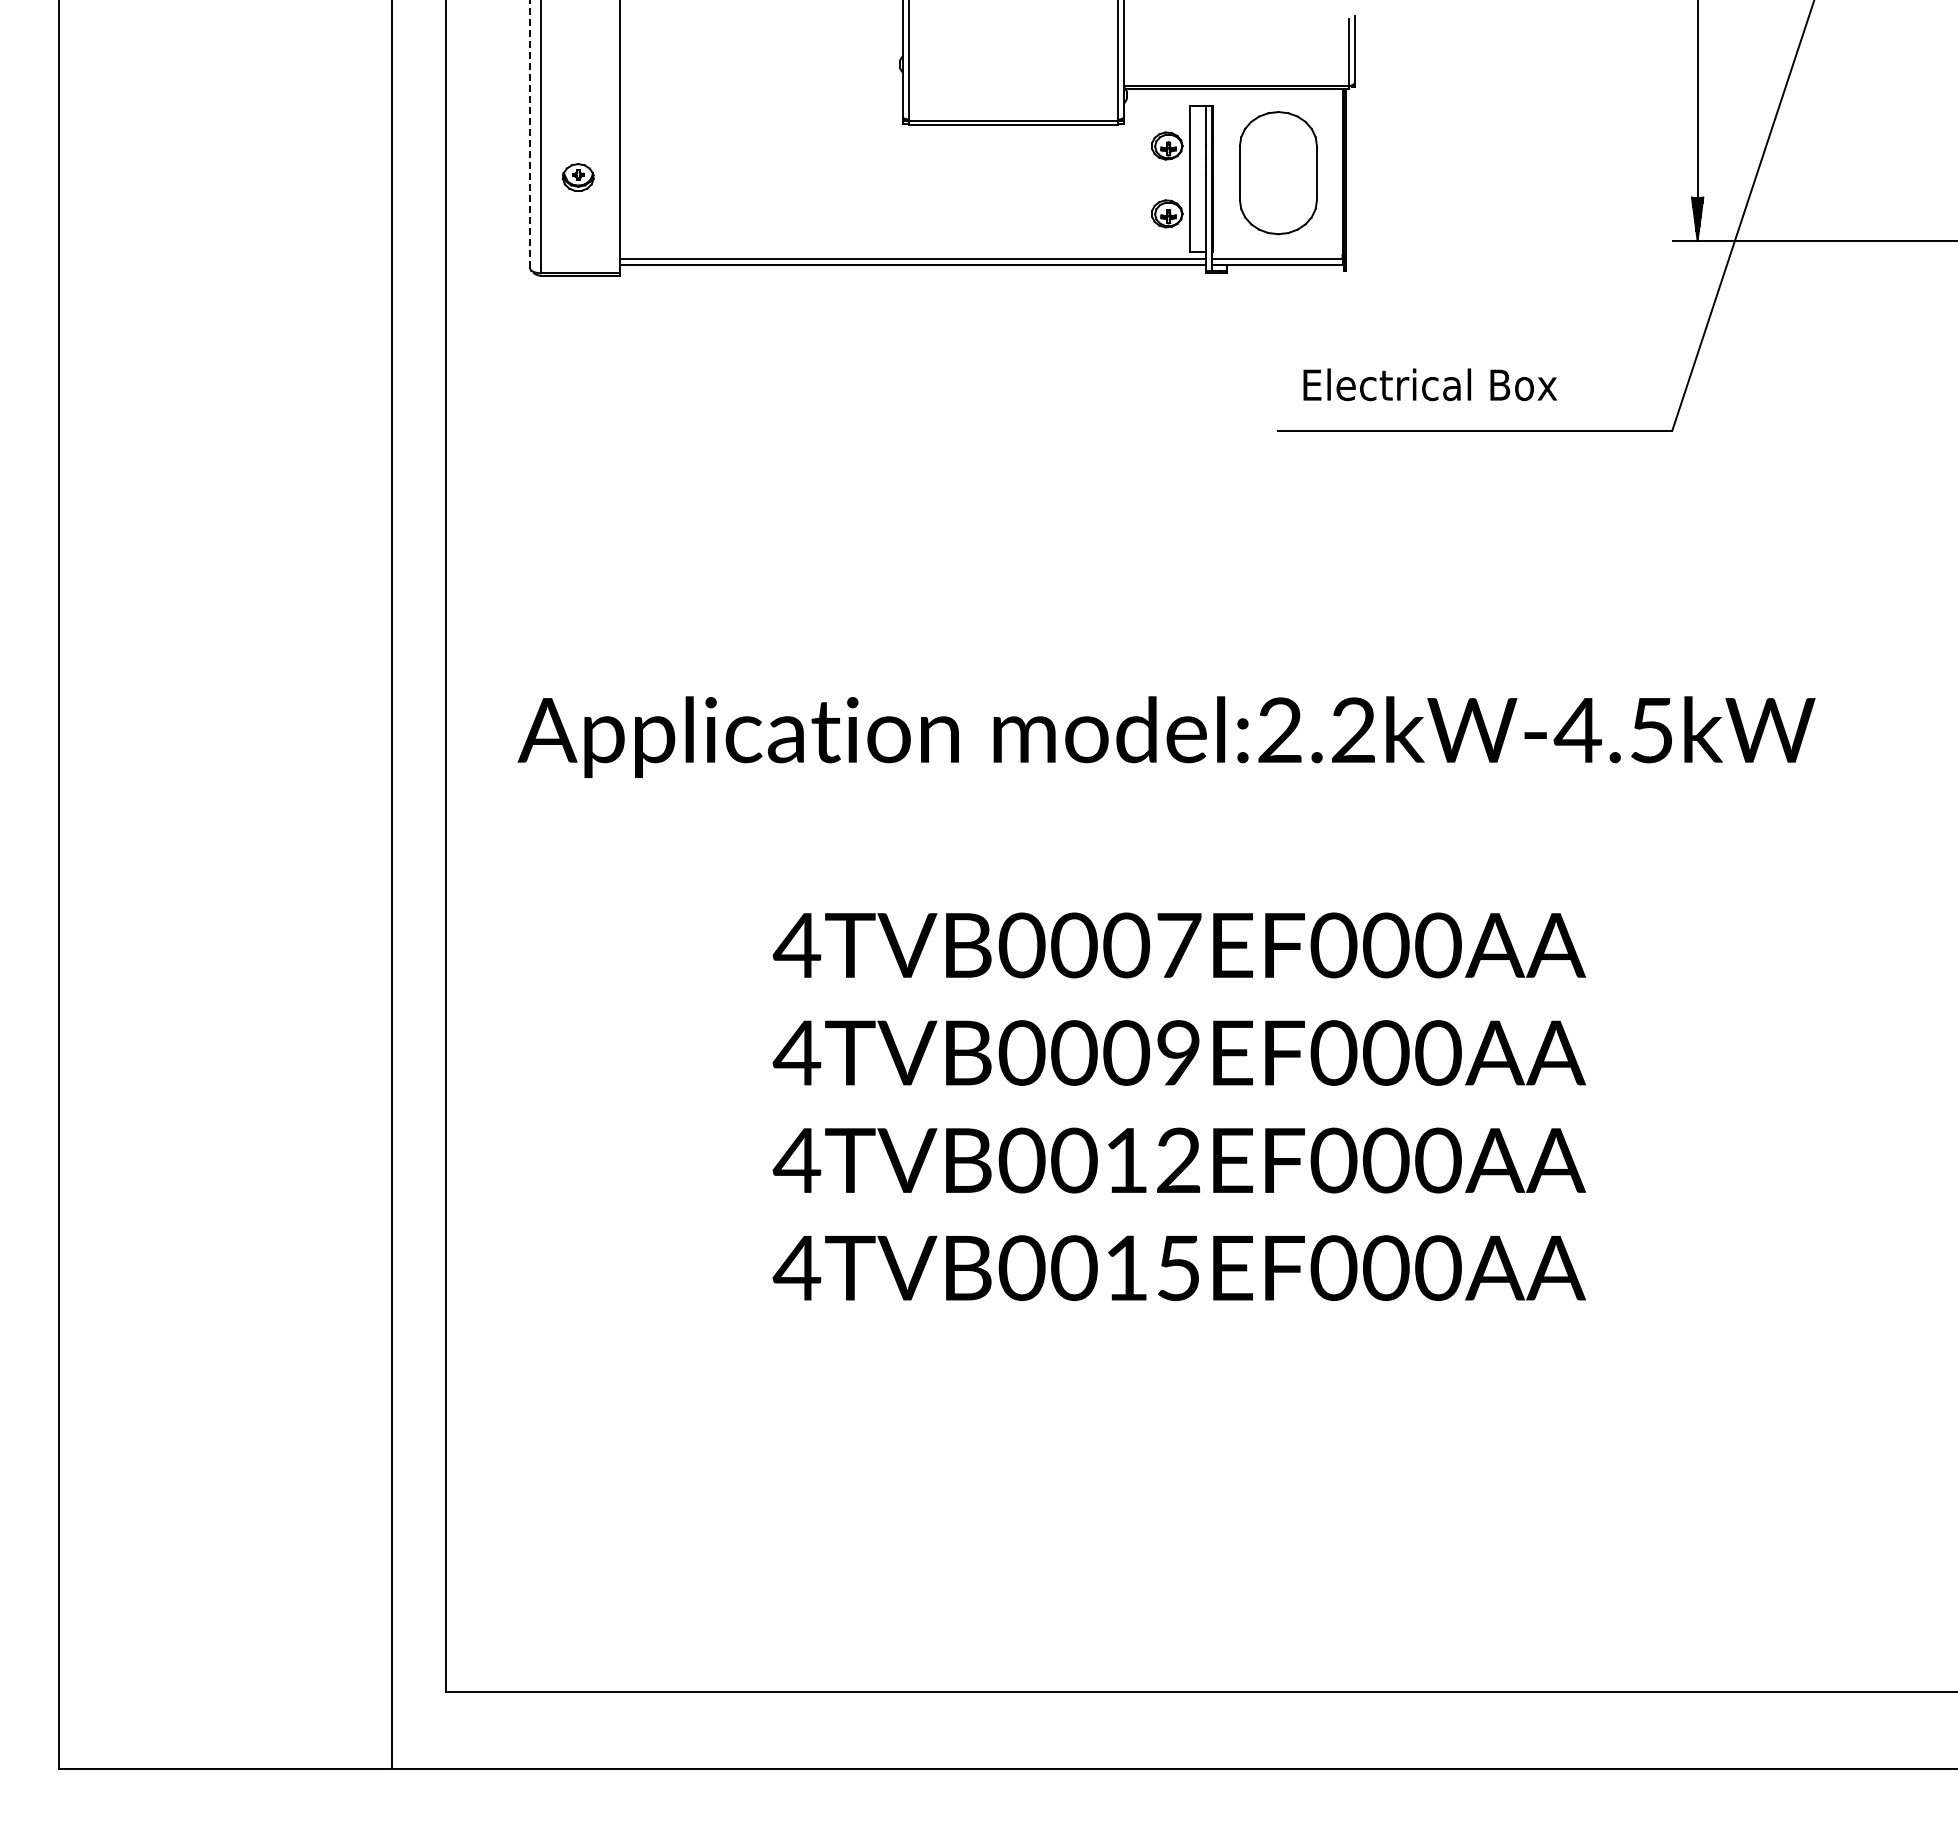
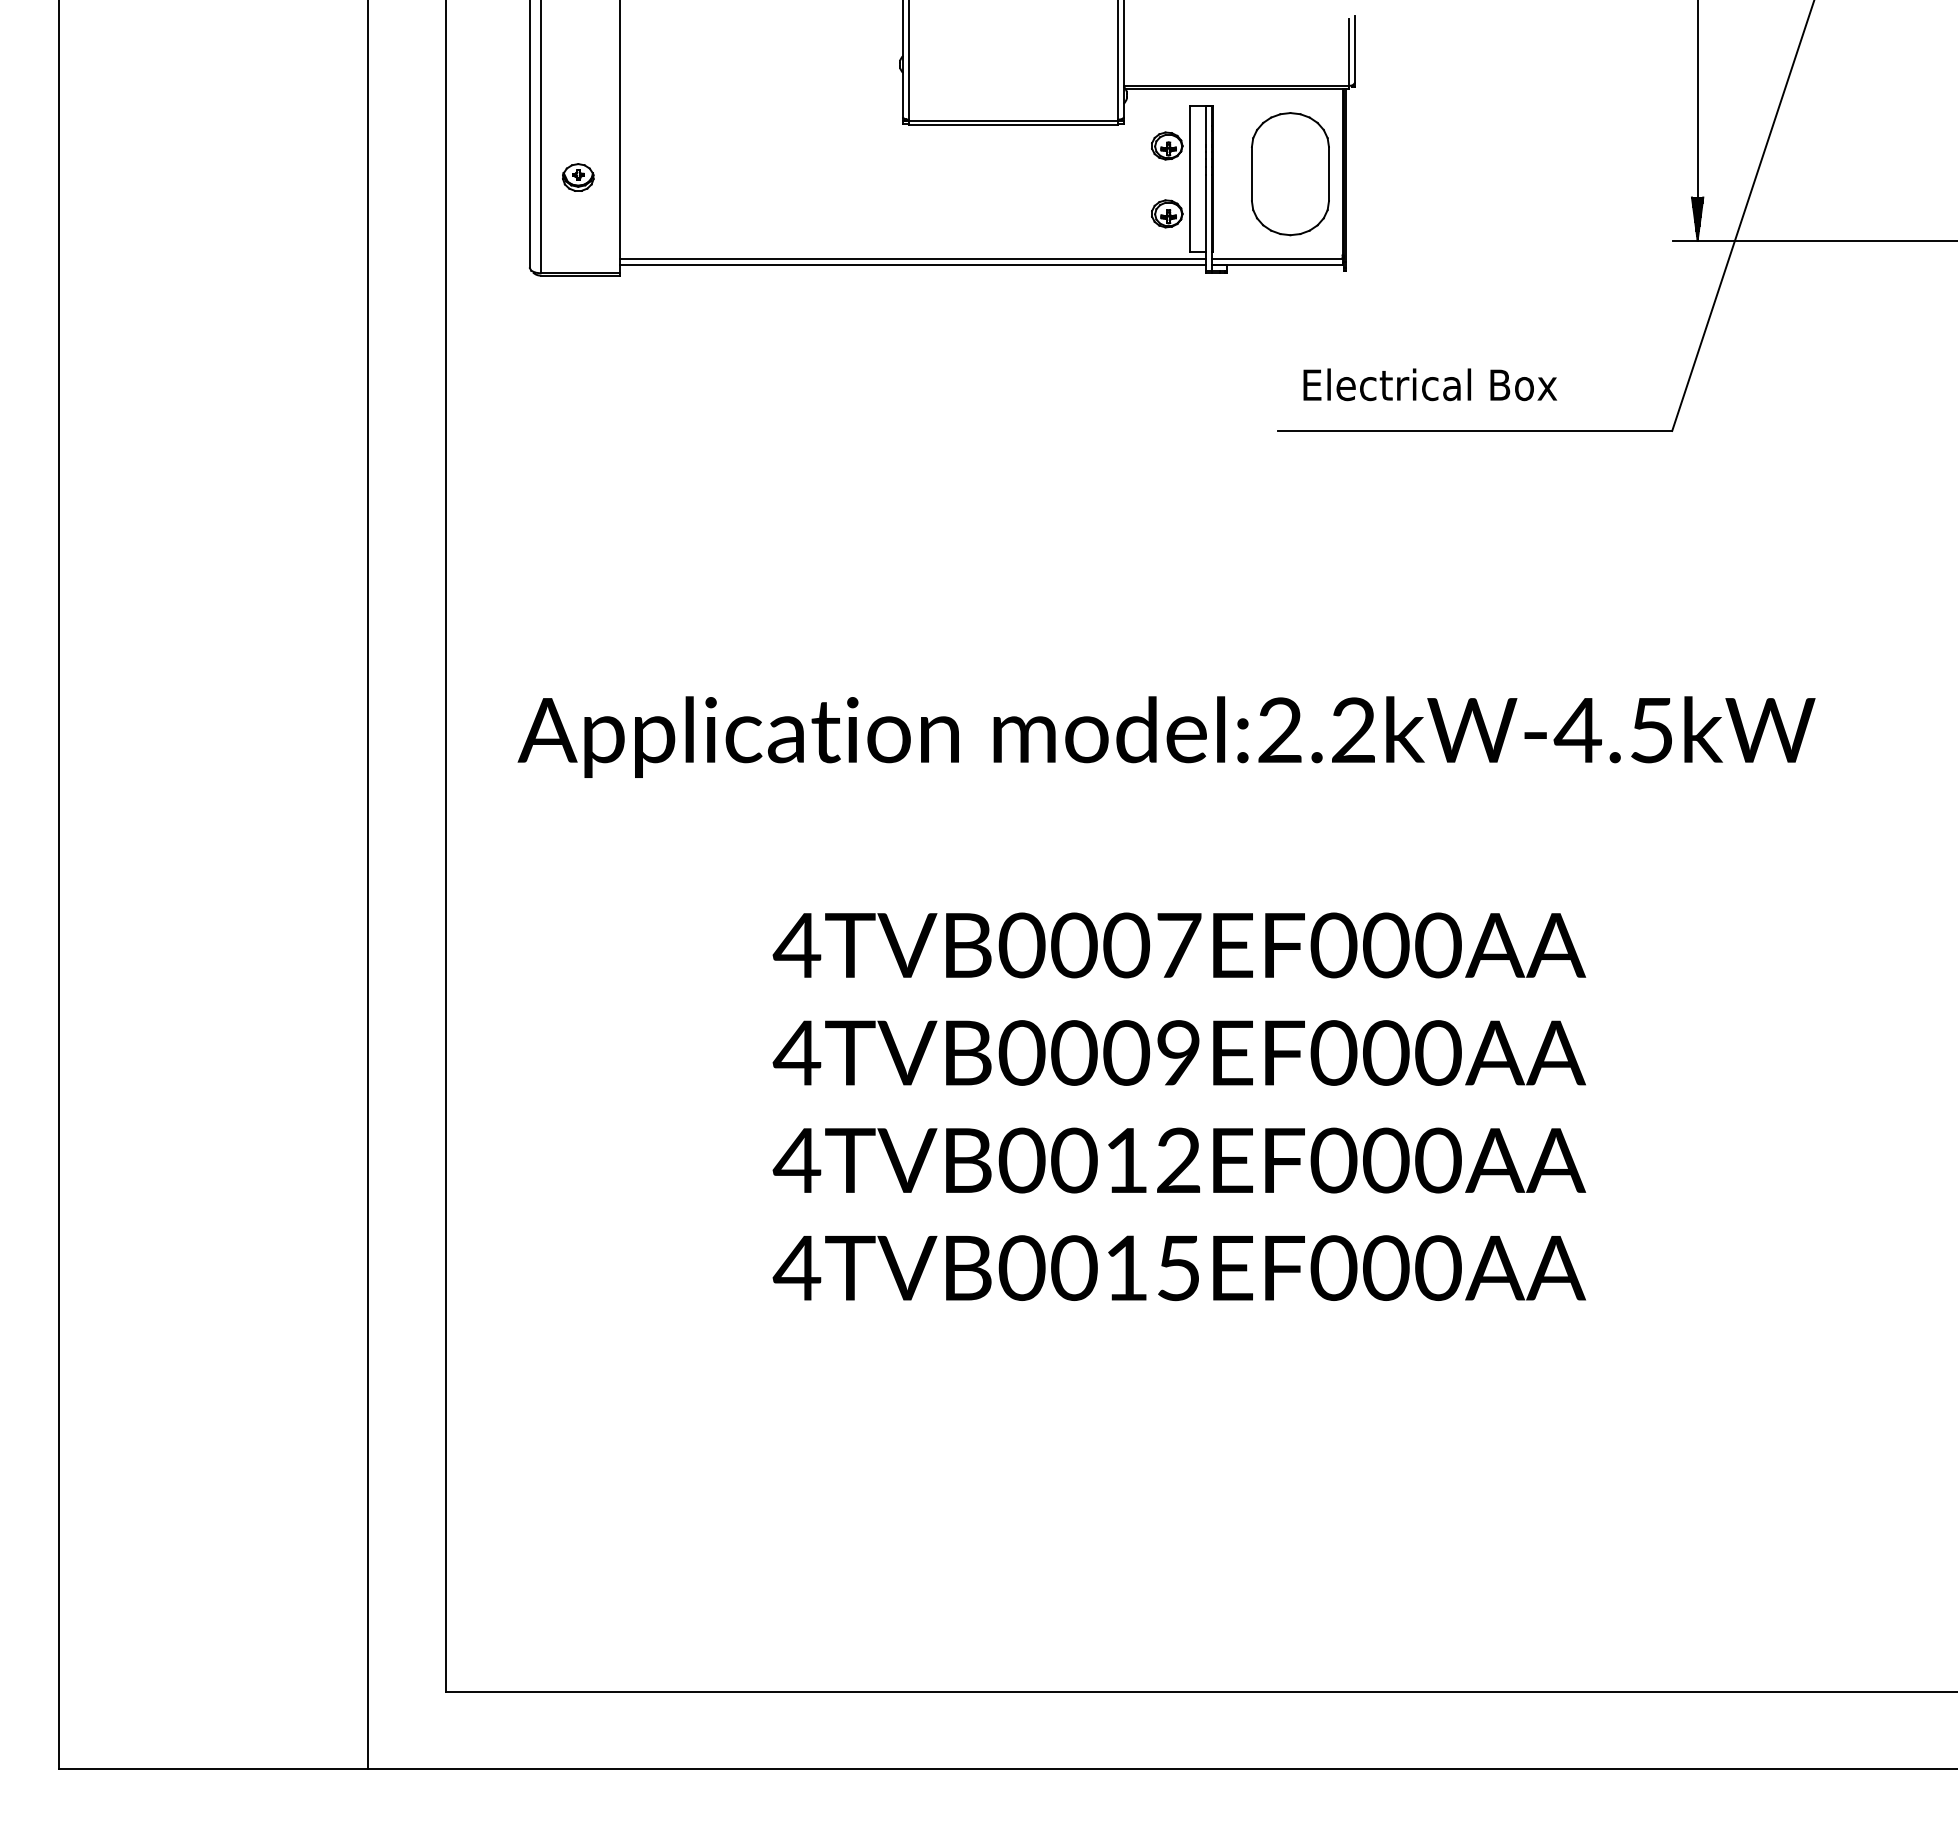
line at (529, 134): dashed -> solid
part at (1278, 173) position: (1278, 173) -> (1290, 174)
line at (392, 885) position: (392, 885) -> (368, 885)
